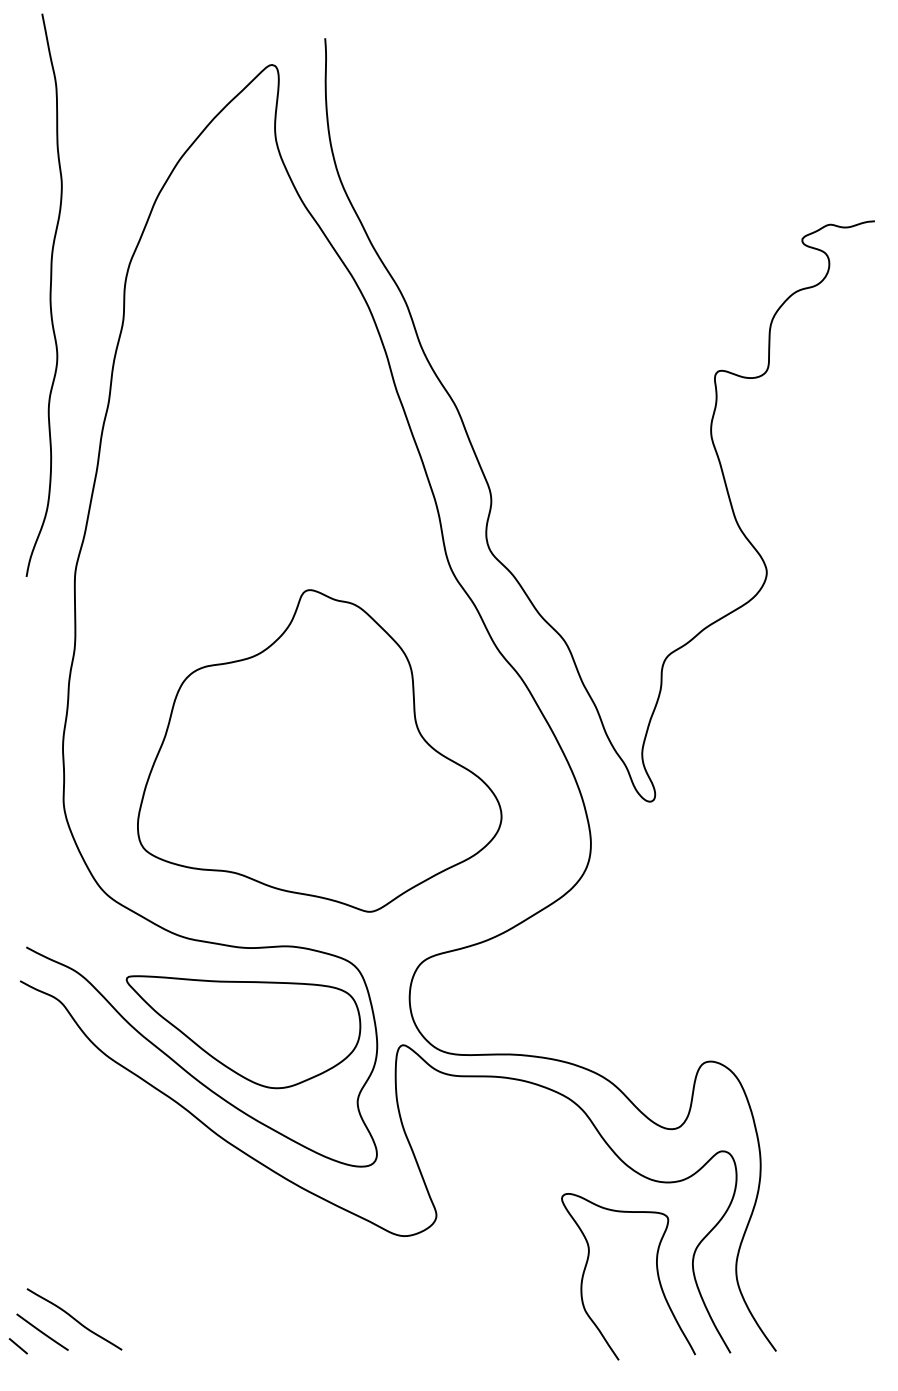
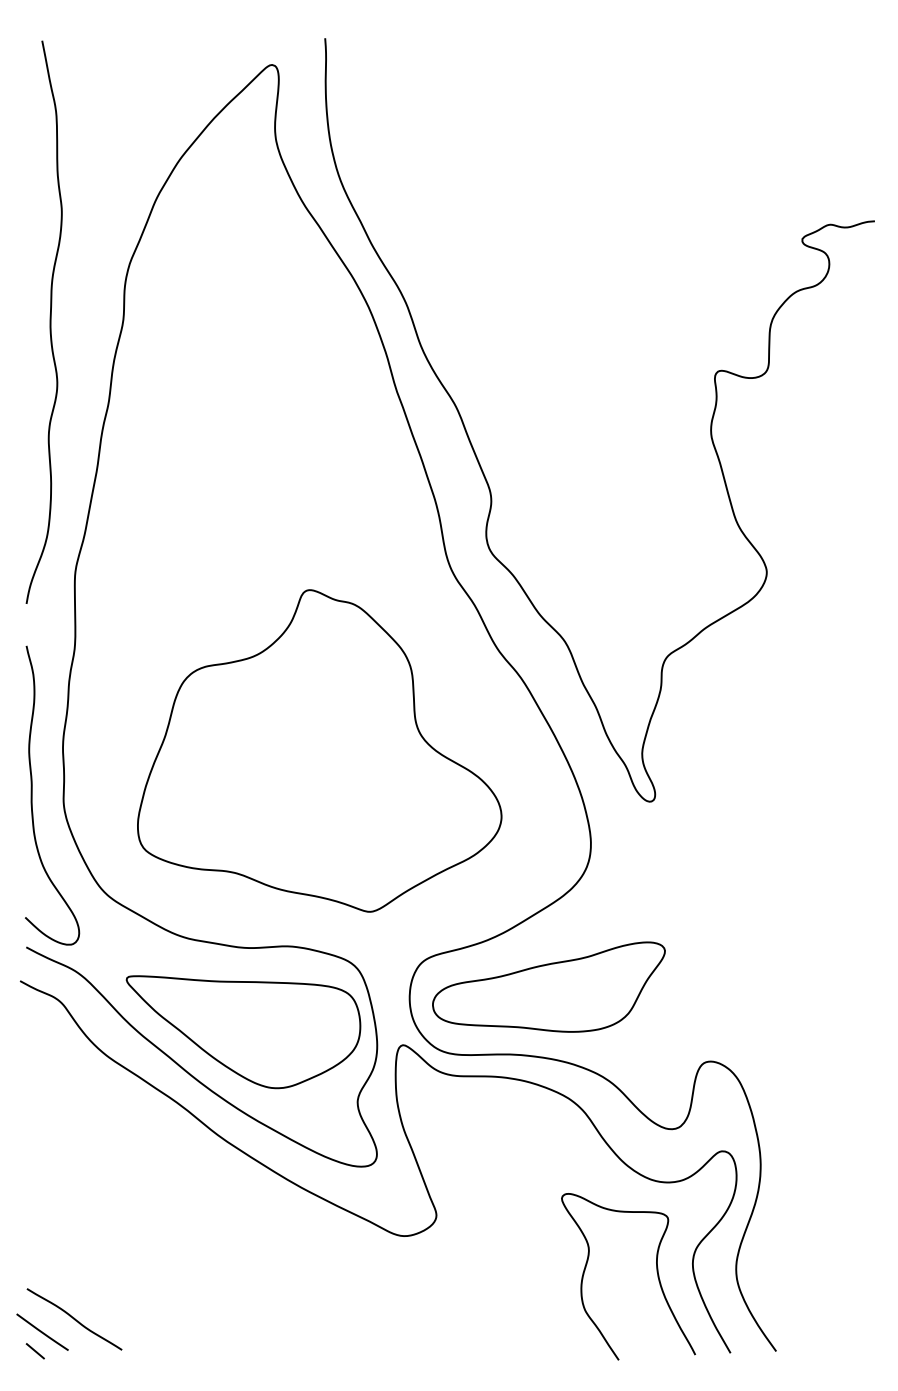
curve at (49, 294) position: (49, 294) -> (49, 321)
curve at (32, 795): none -> present
part at (548, 986): none -> present
line at (17, 1346) position: (17, 1346) -> (34, 1351)
